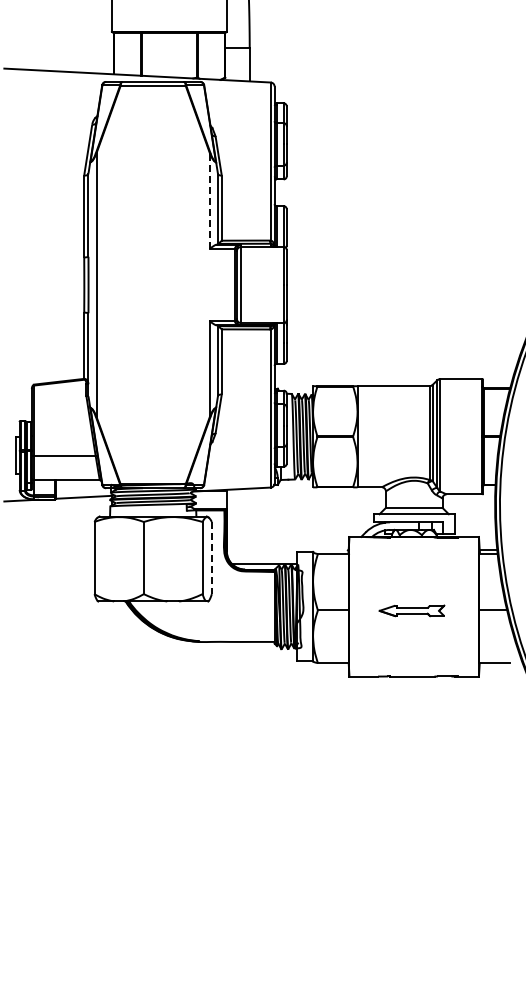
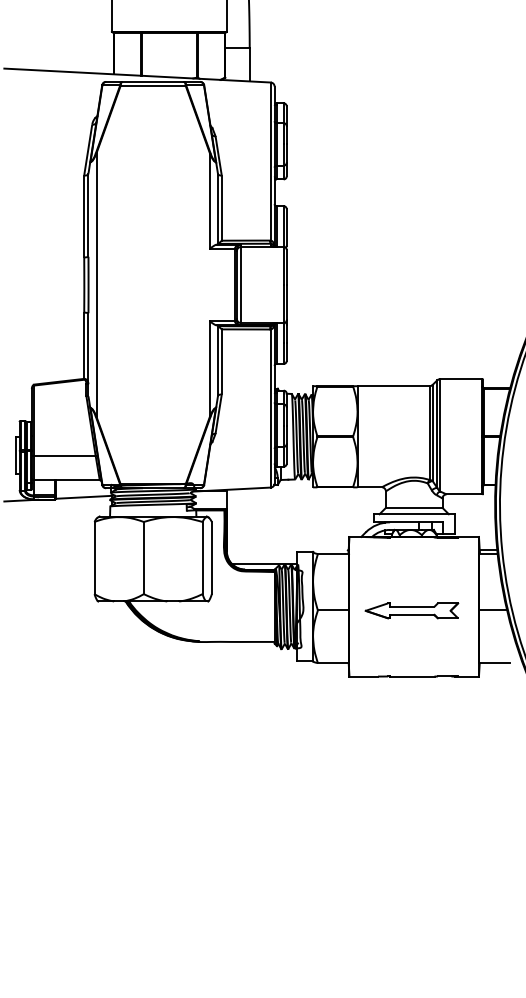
line at (209, 200): dashed -> solid
line at (211, 558): dashed -> solid
part at (411, 610) size: 68x14 px -> 96x18 px
